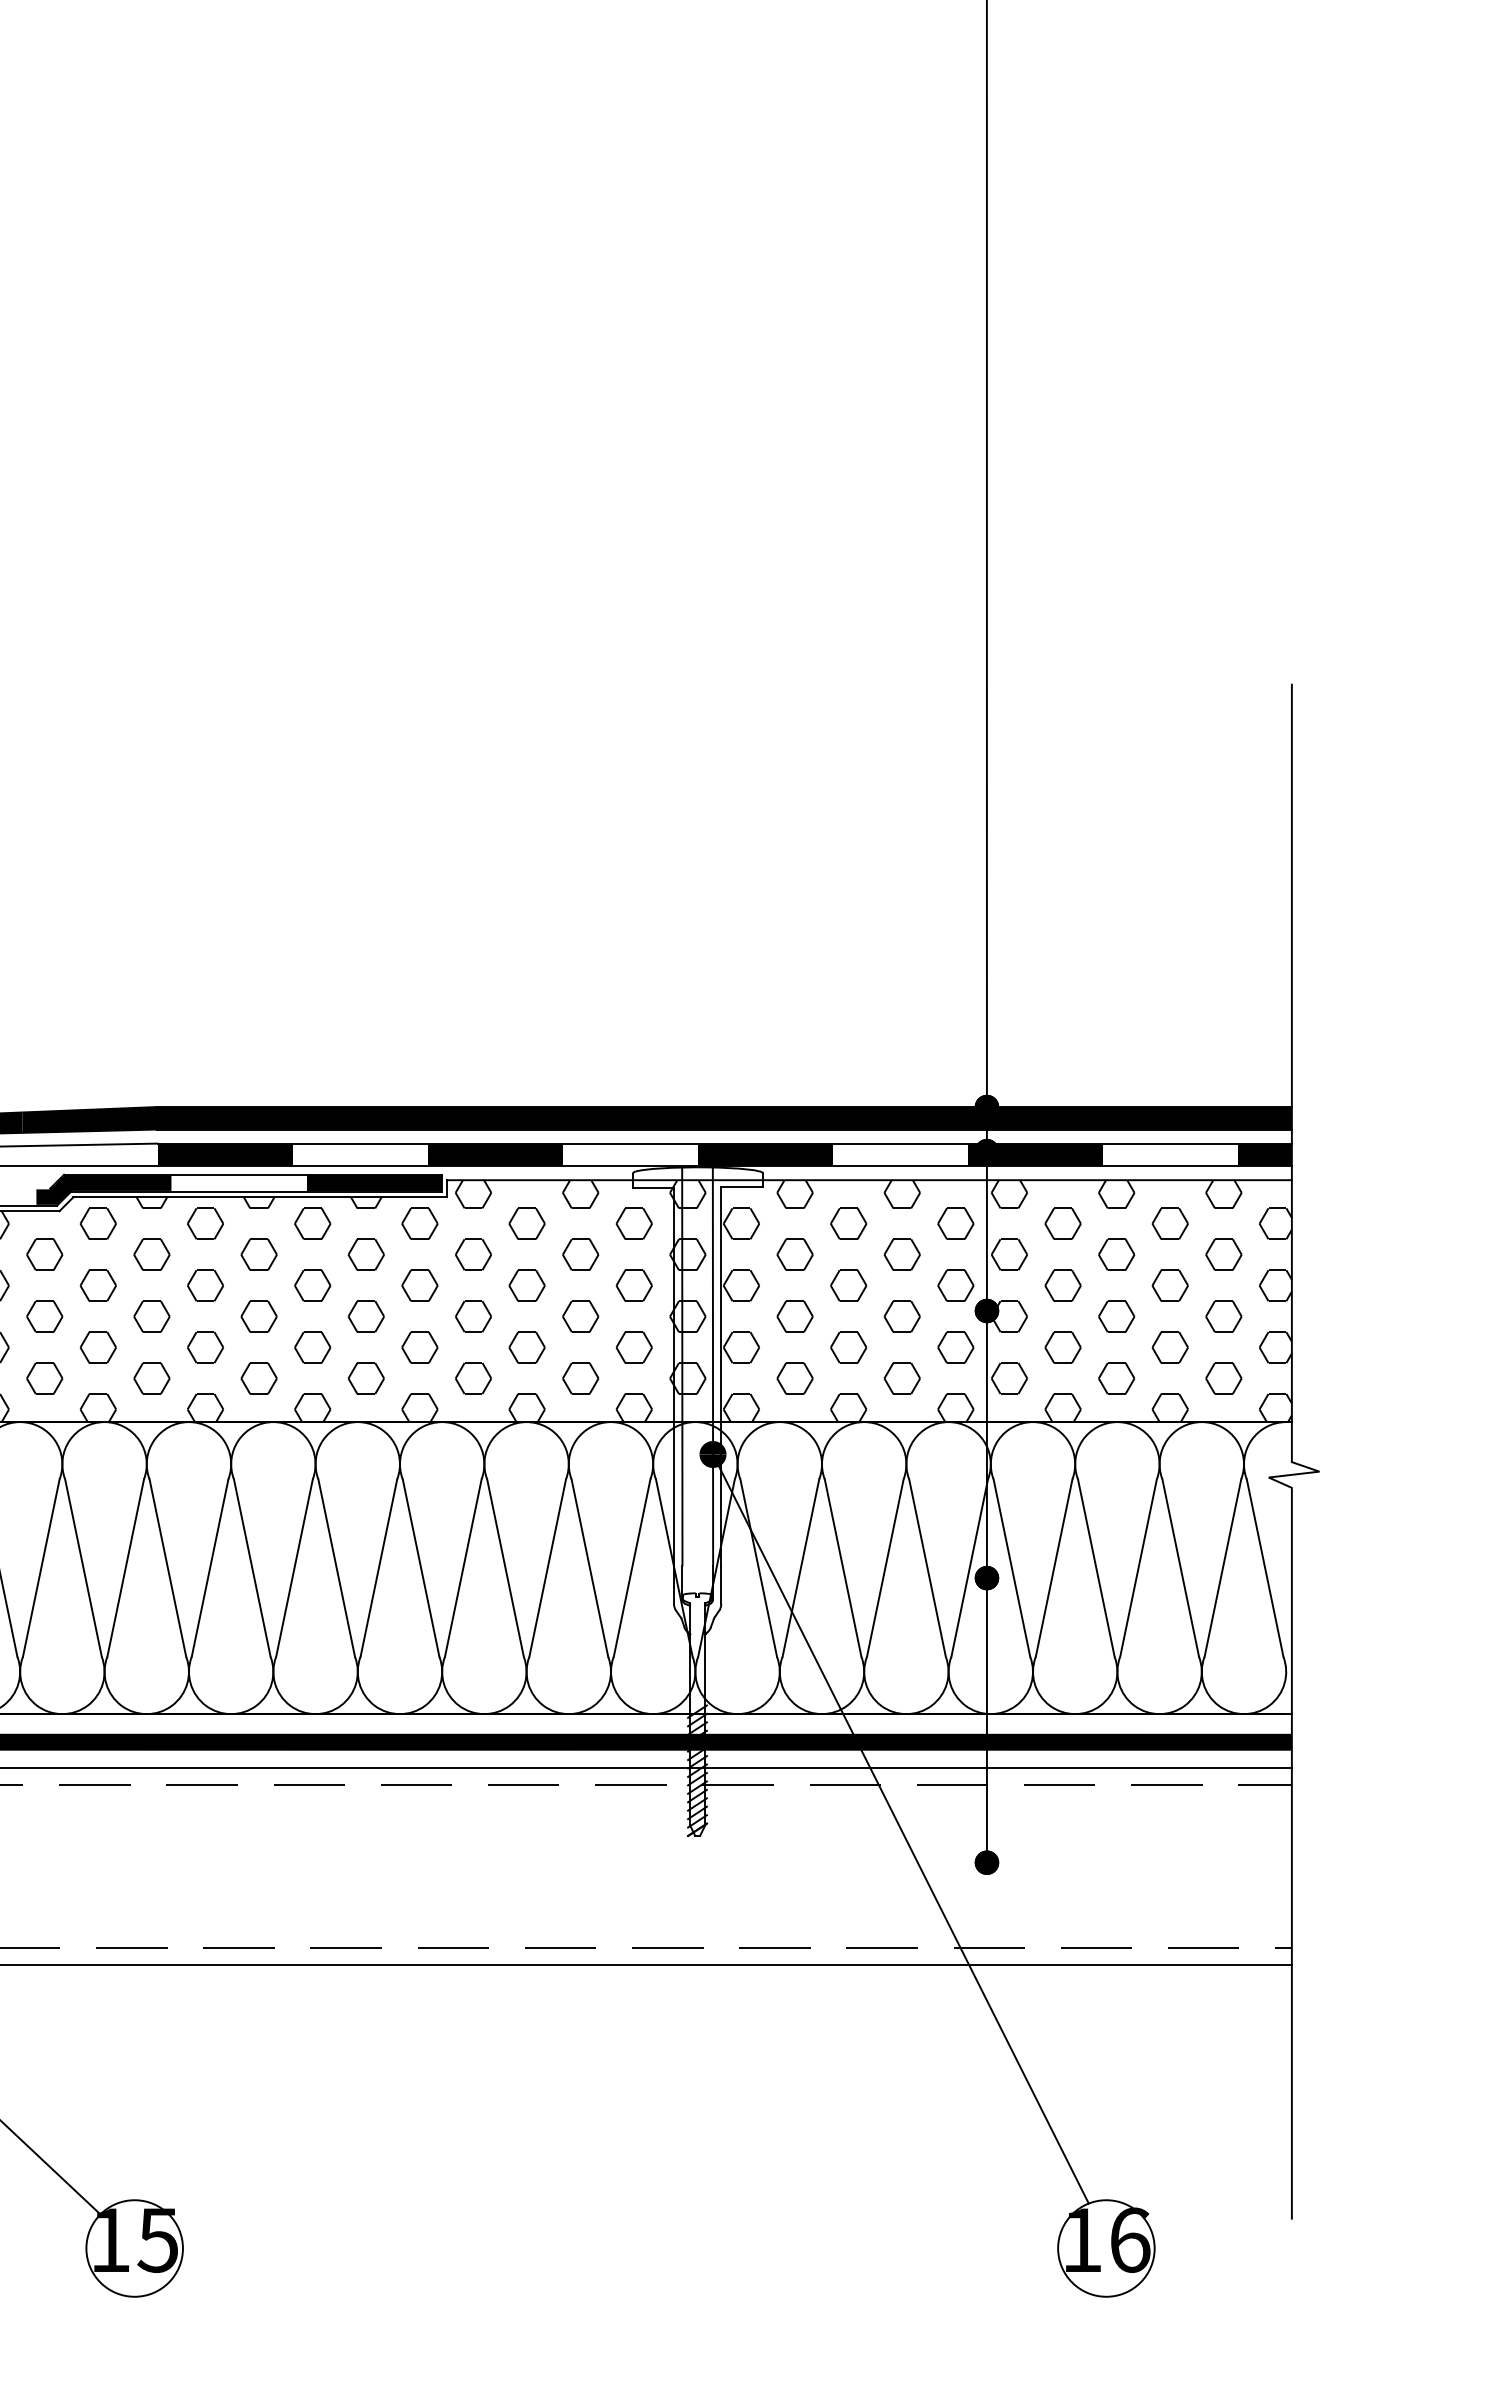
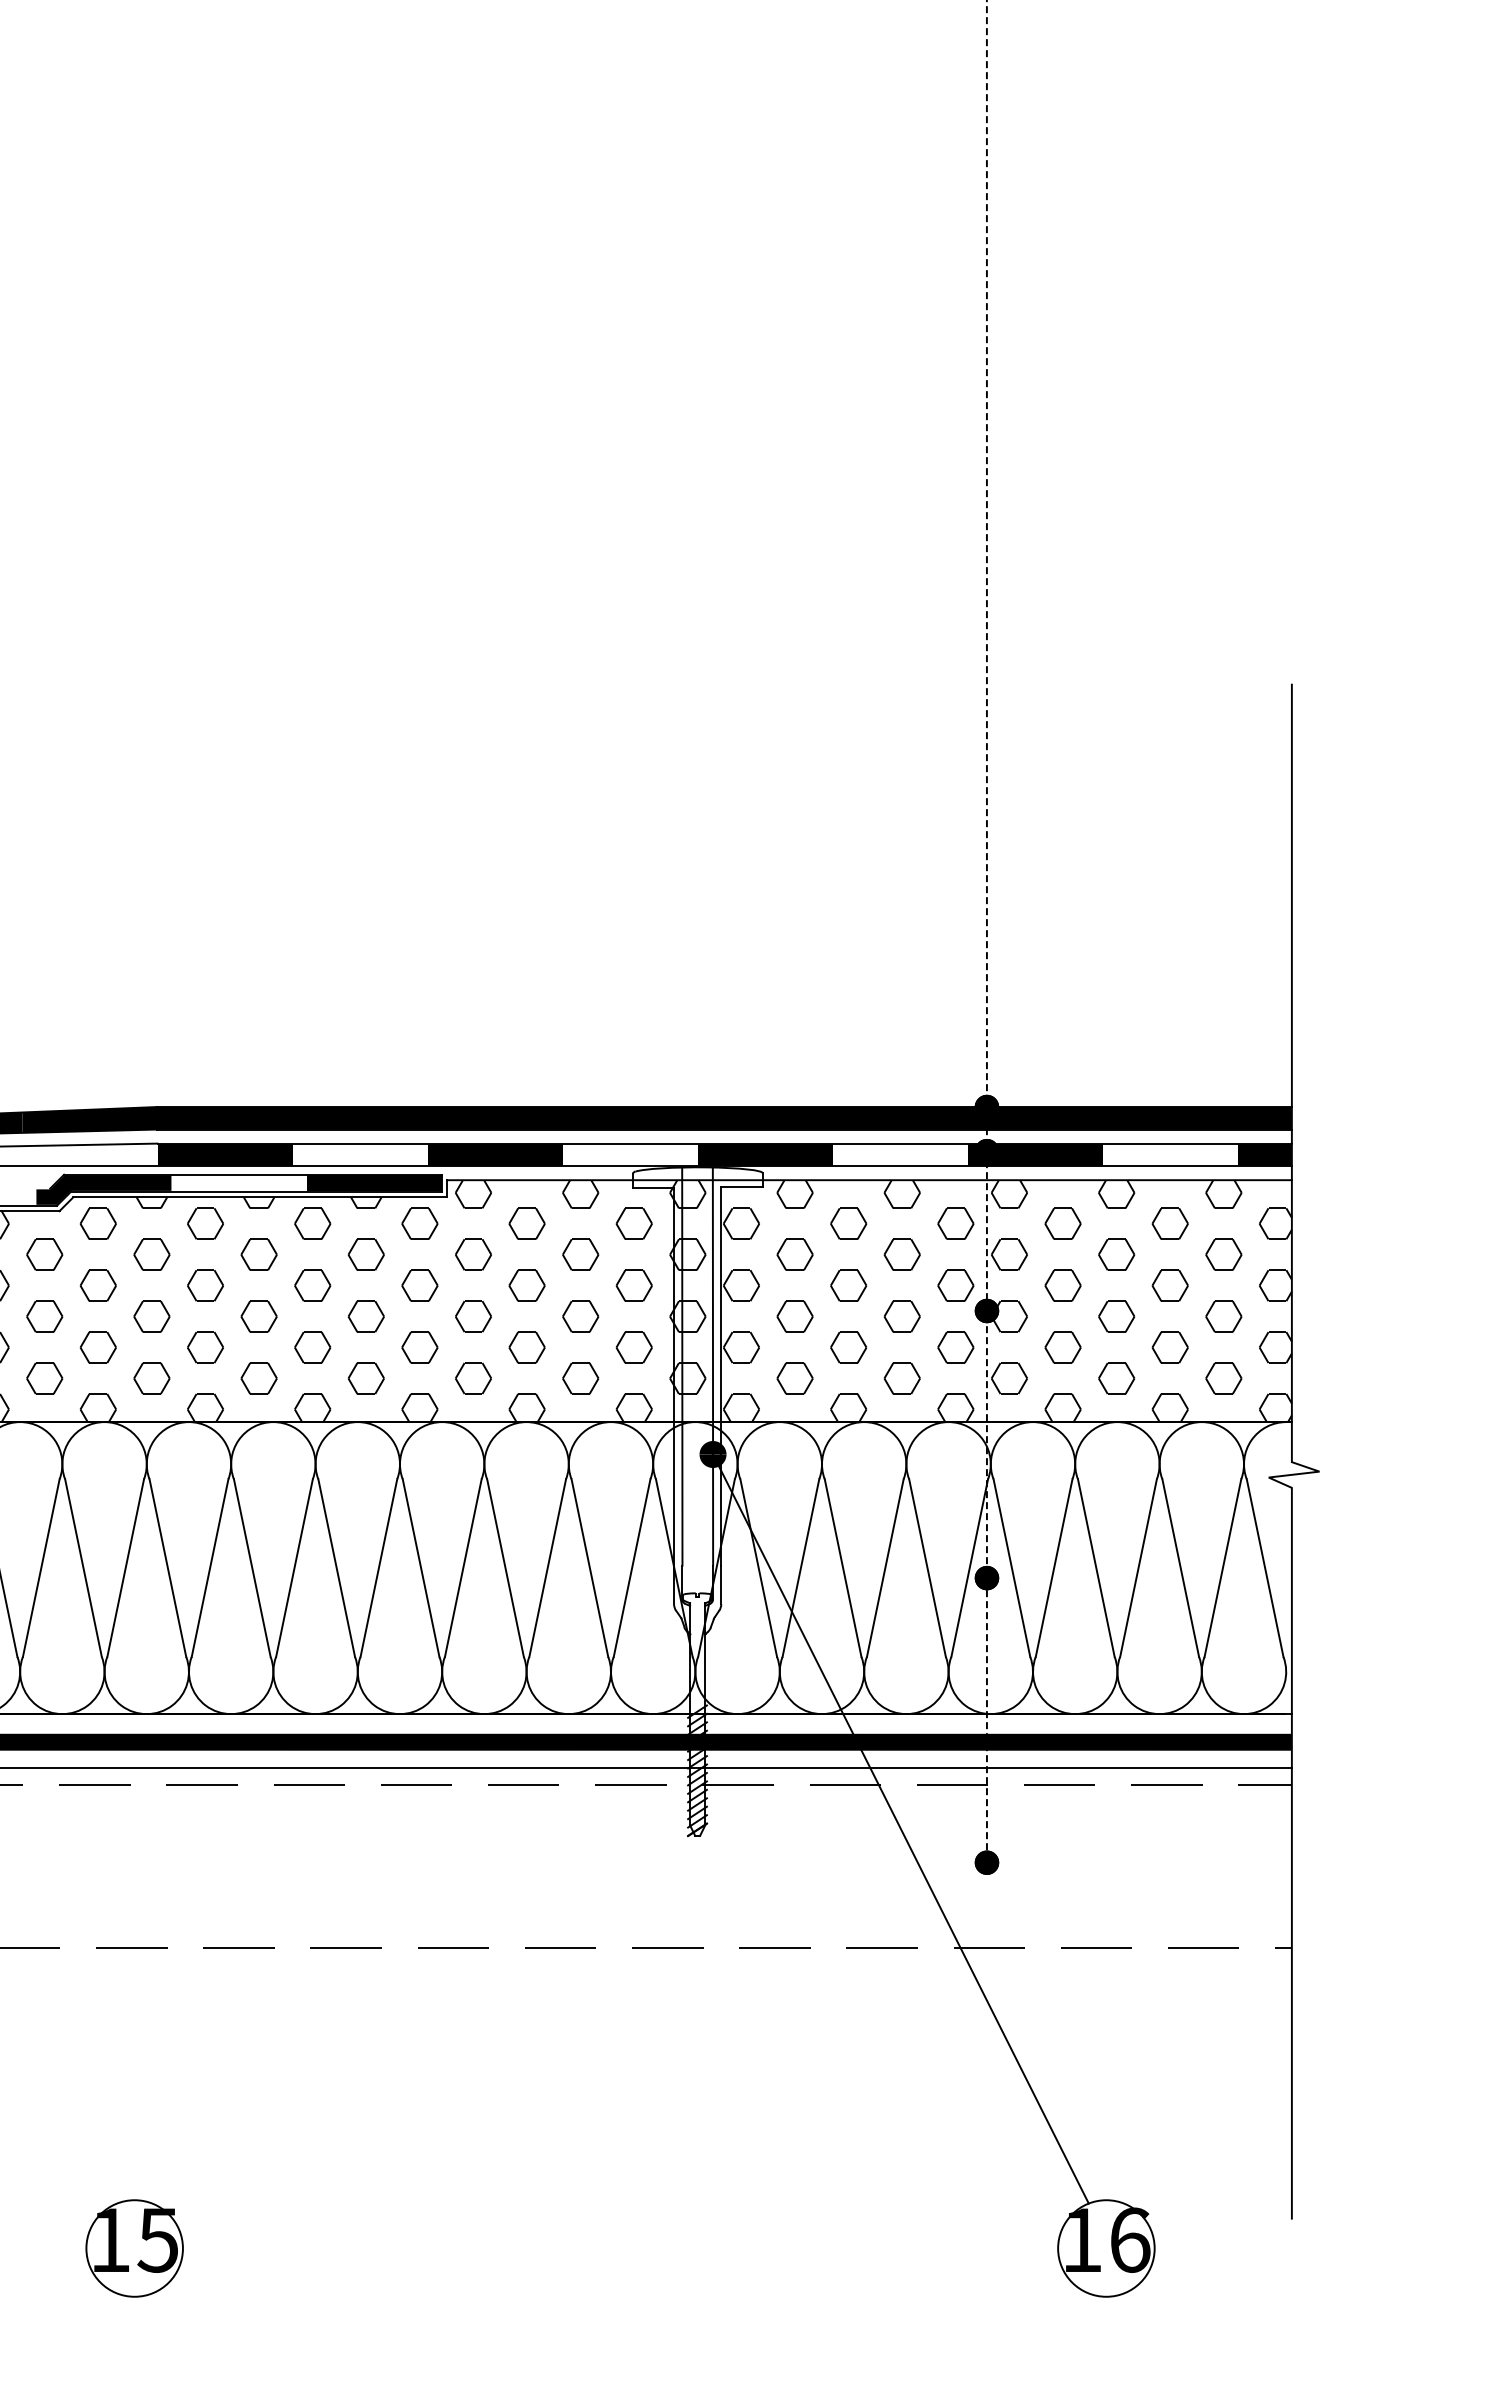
line at (986, 931): solid -> dashed
line at (646, 1964): present -> none
line at (51, 2168): present -> none
